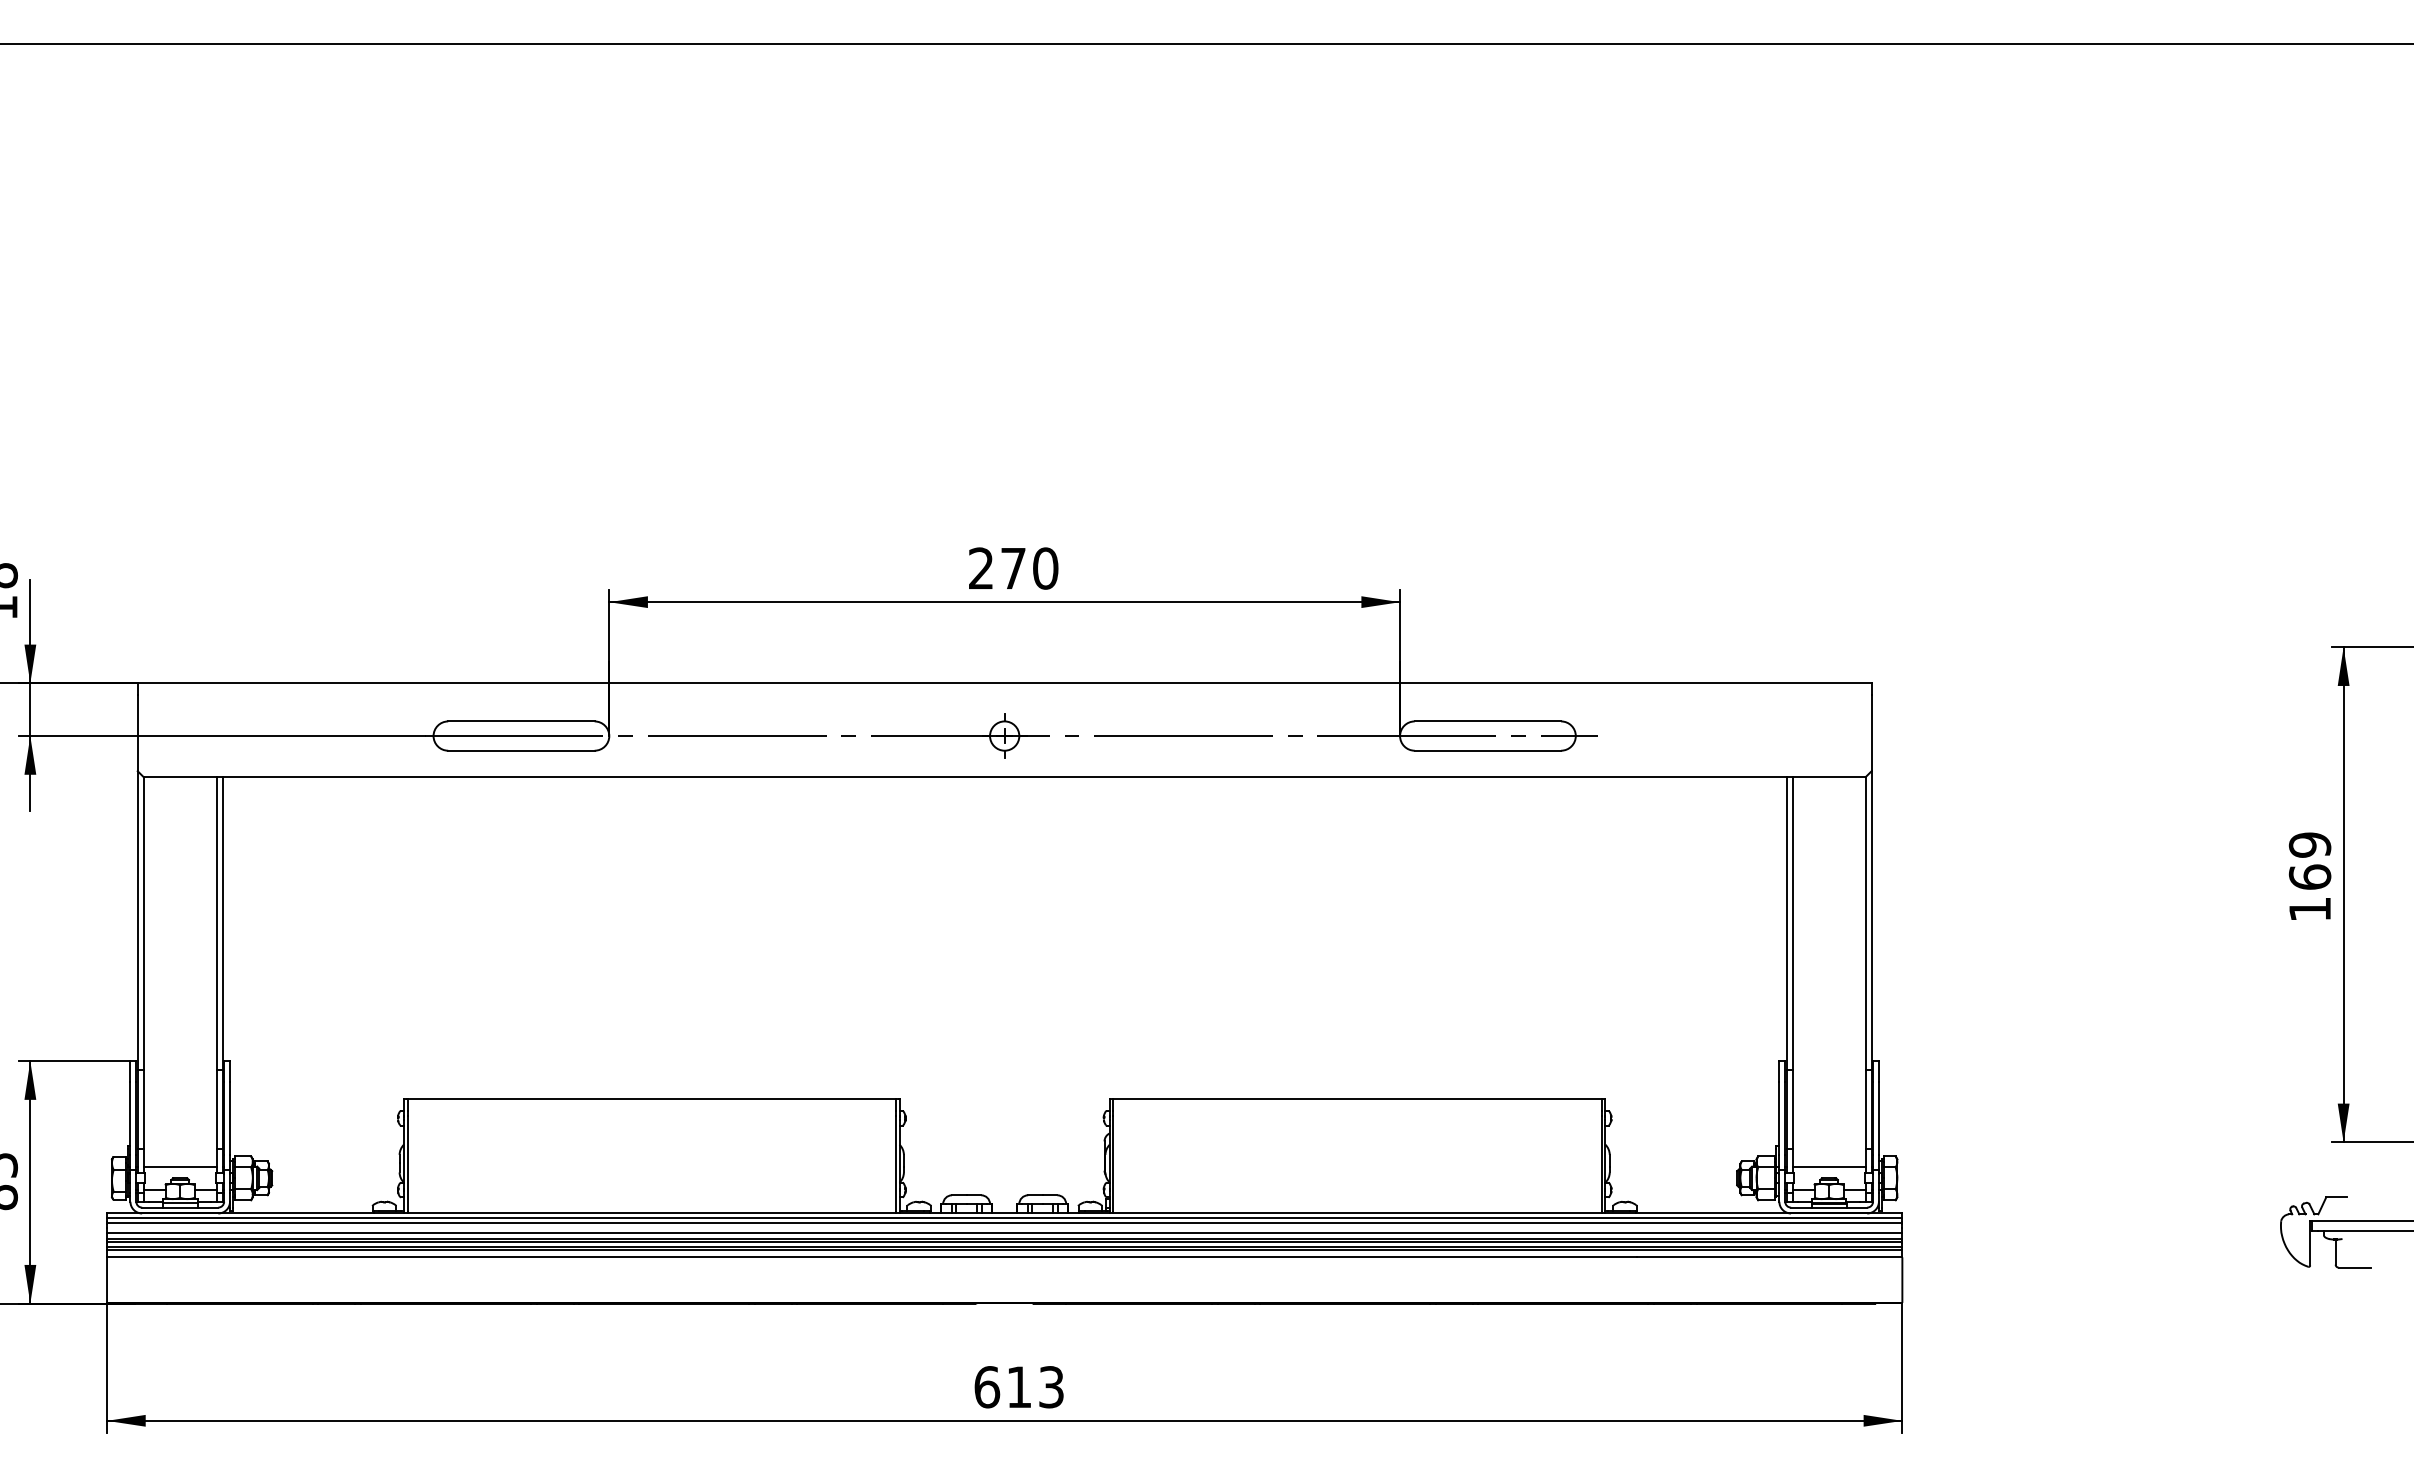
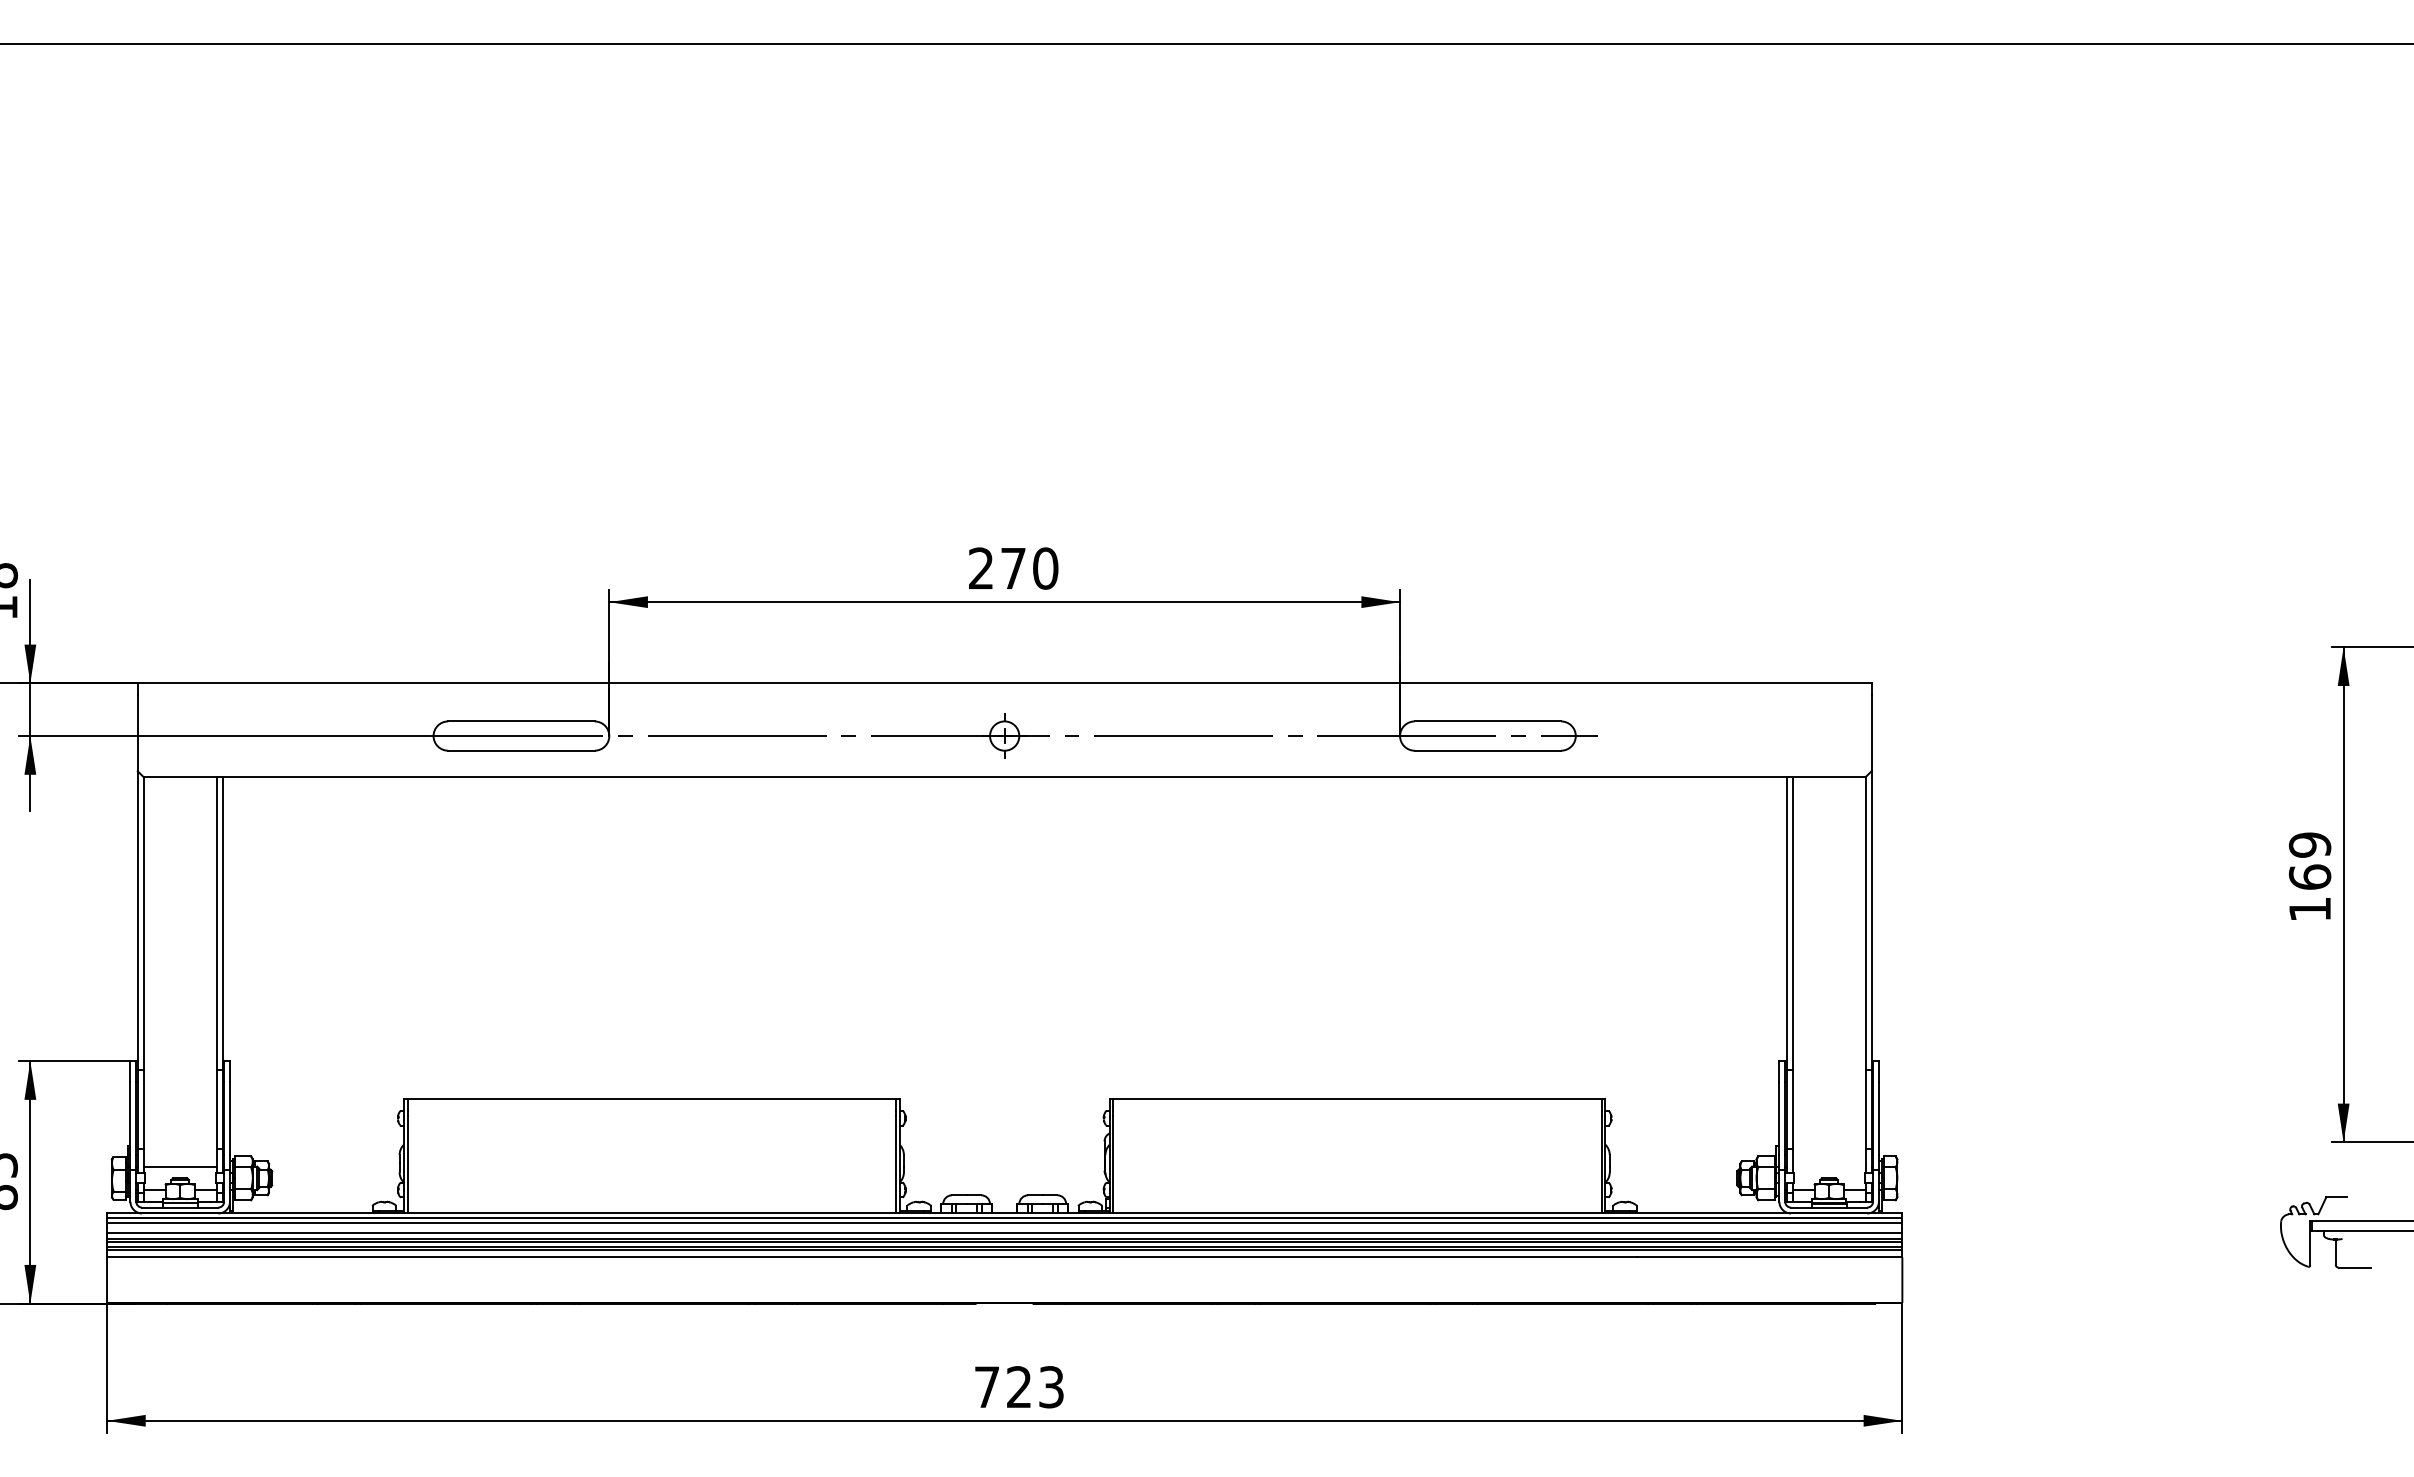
line at (1828, 1166): present -> none
text at (1002, 1387): 613 -> 723
